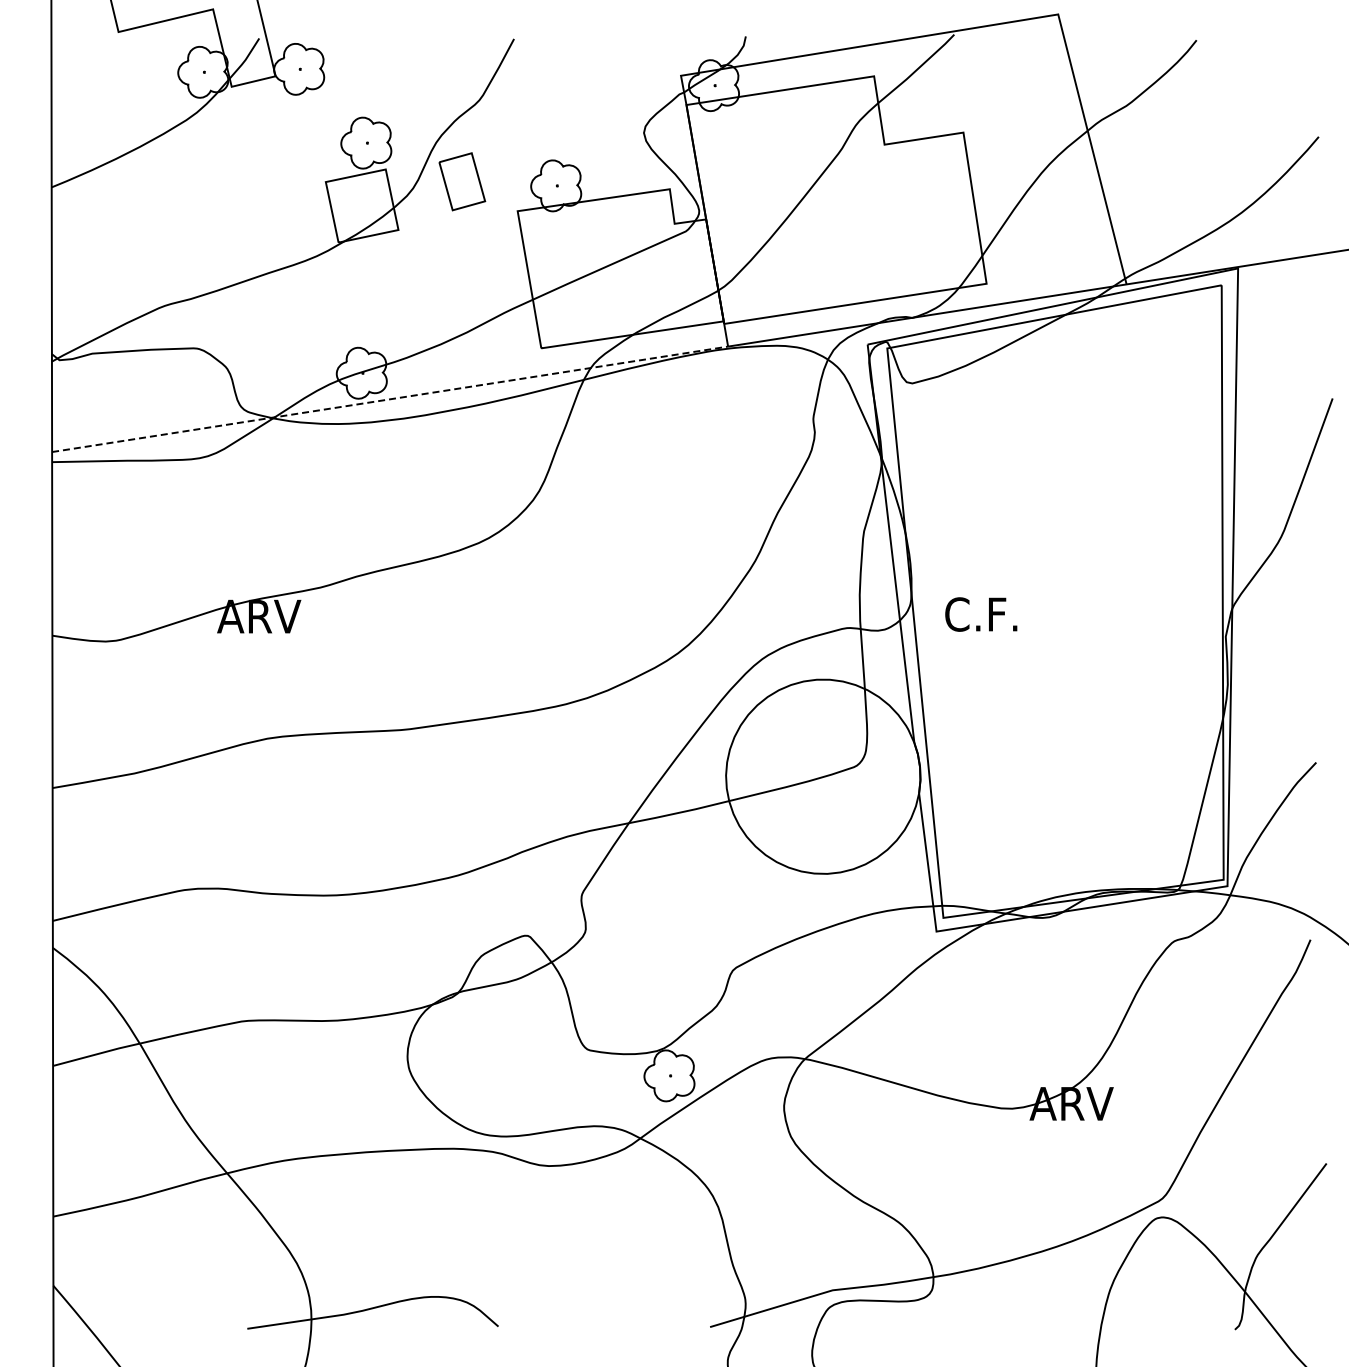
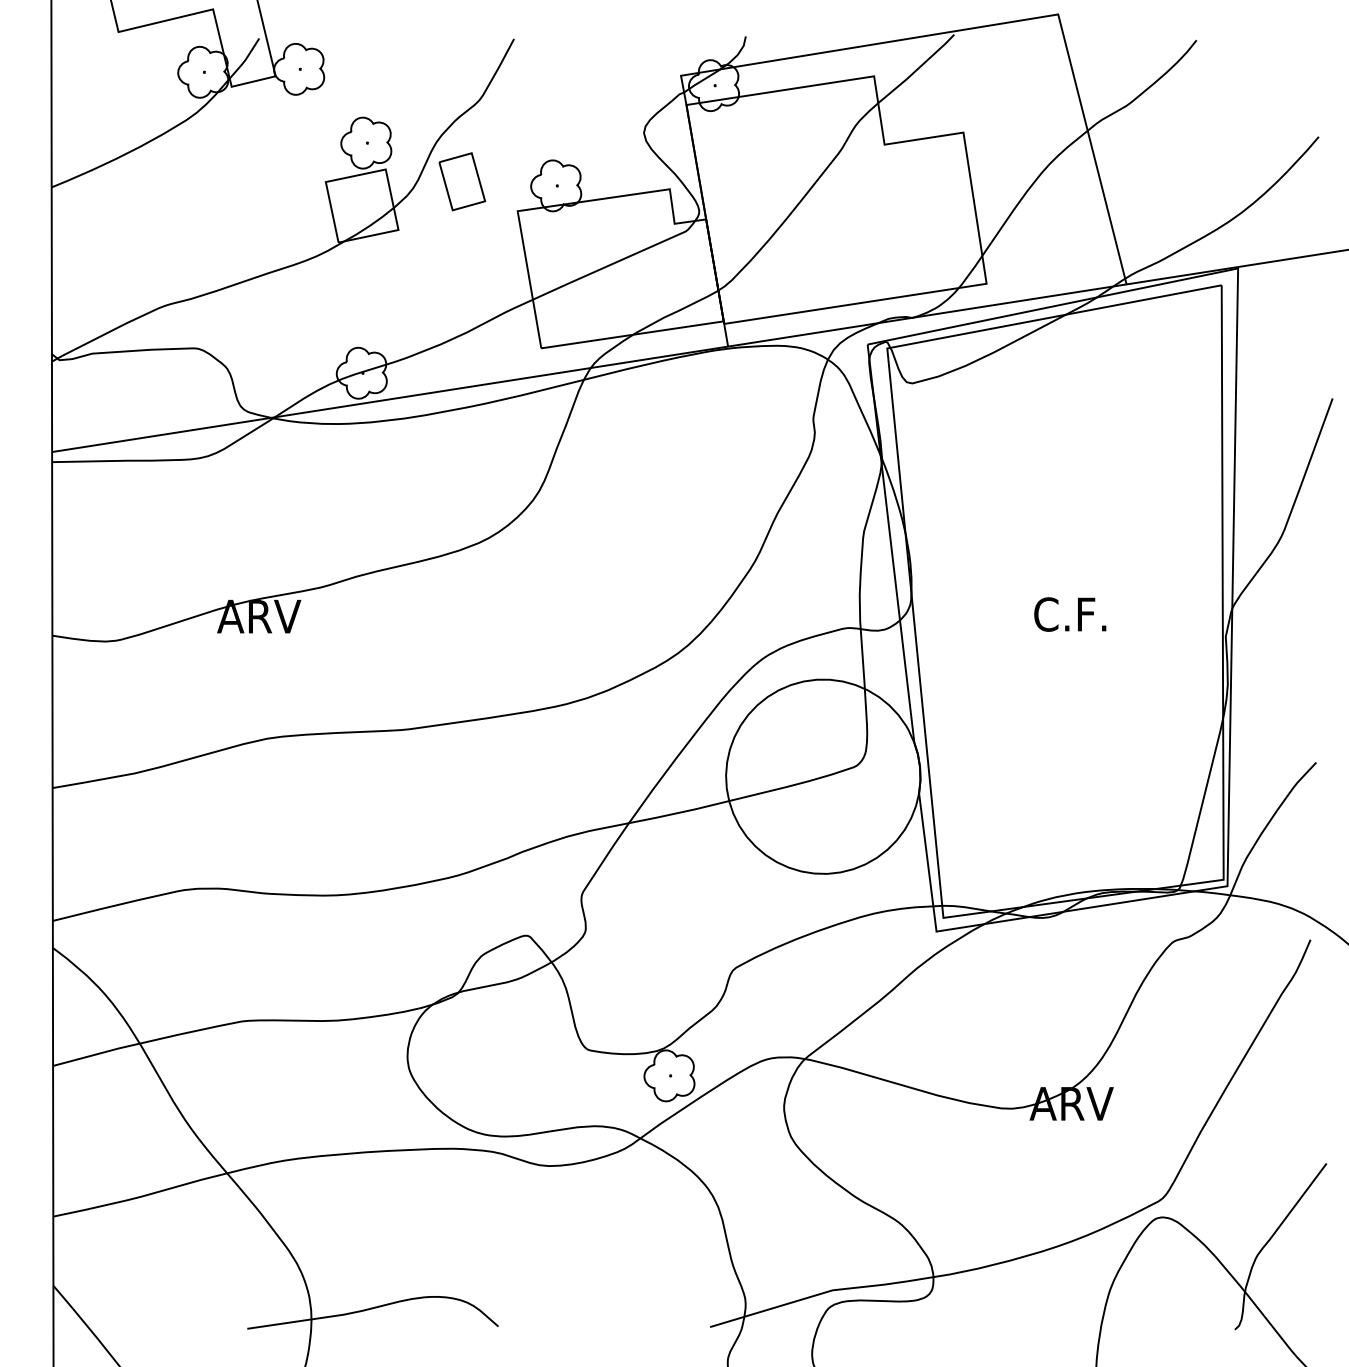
line at (390, 399): dashed -> solid
text at (981, 614) position: (981, 614) -> (1070, 614)
